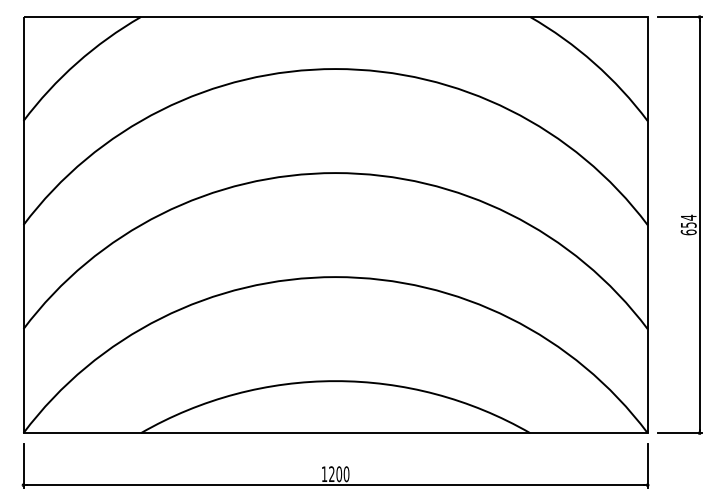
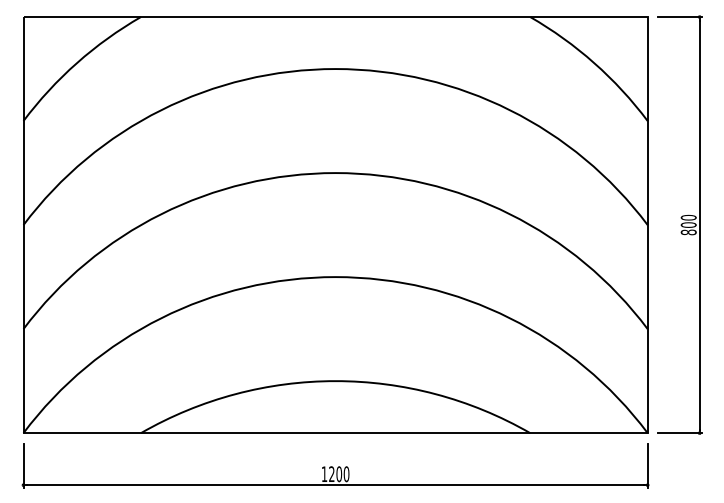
text at (688, 224): 654 -> 800
